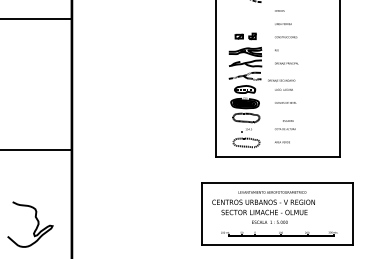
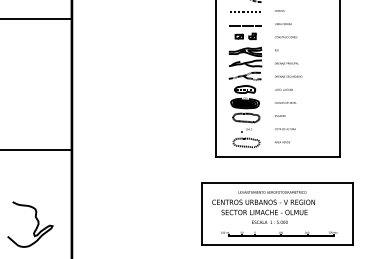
line at (244, 12): none -> present
line at (244, 25): none -> present
text at (281, 80) position: (281, 80) -> (288, 76)
text at (288, 120) position: (288, 120) -> (280, 115)
